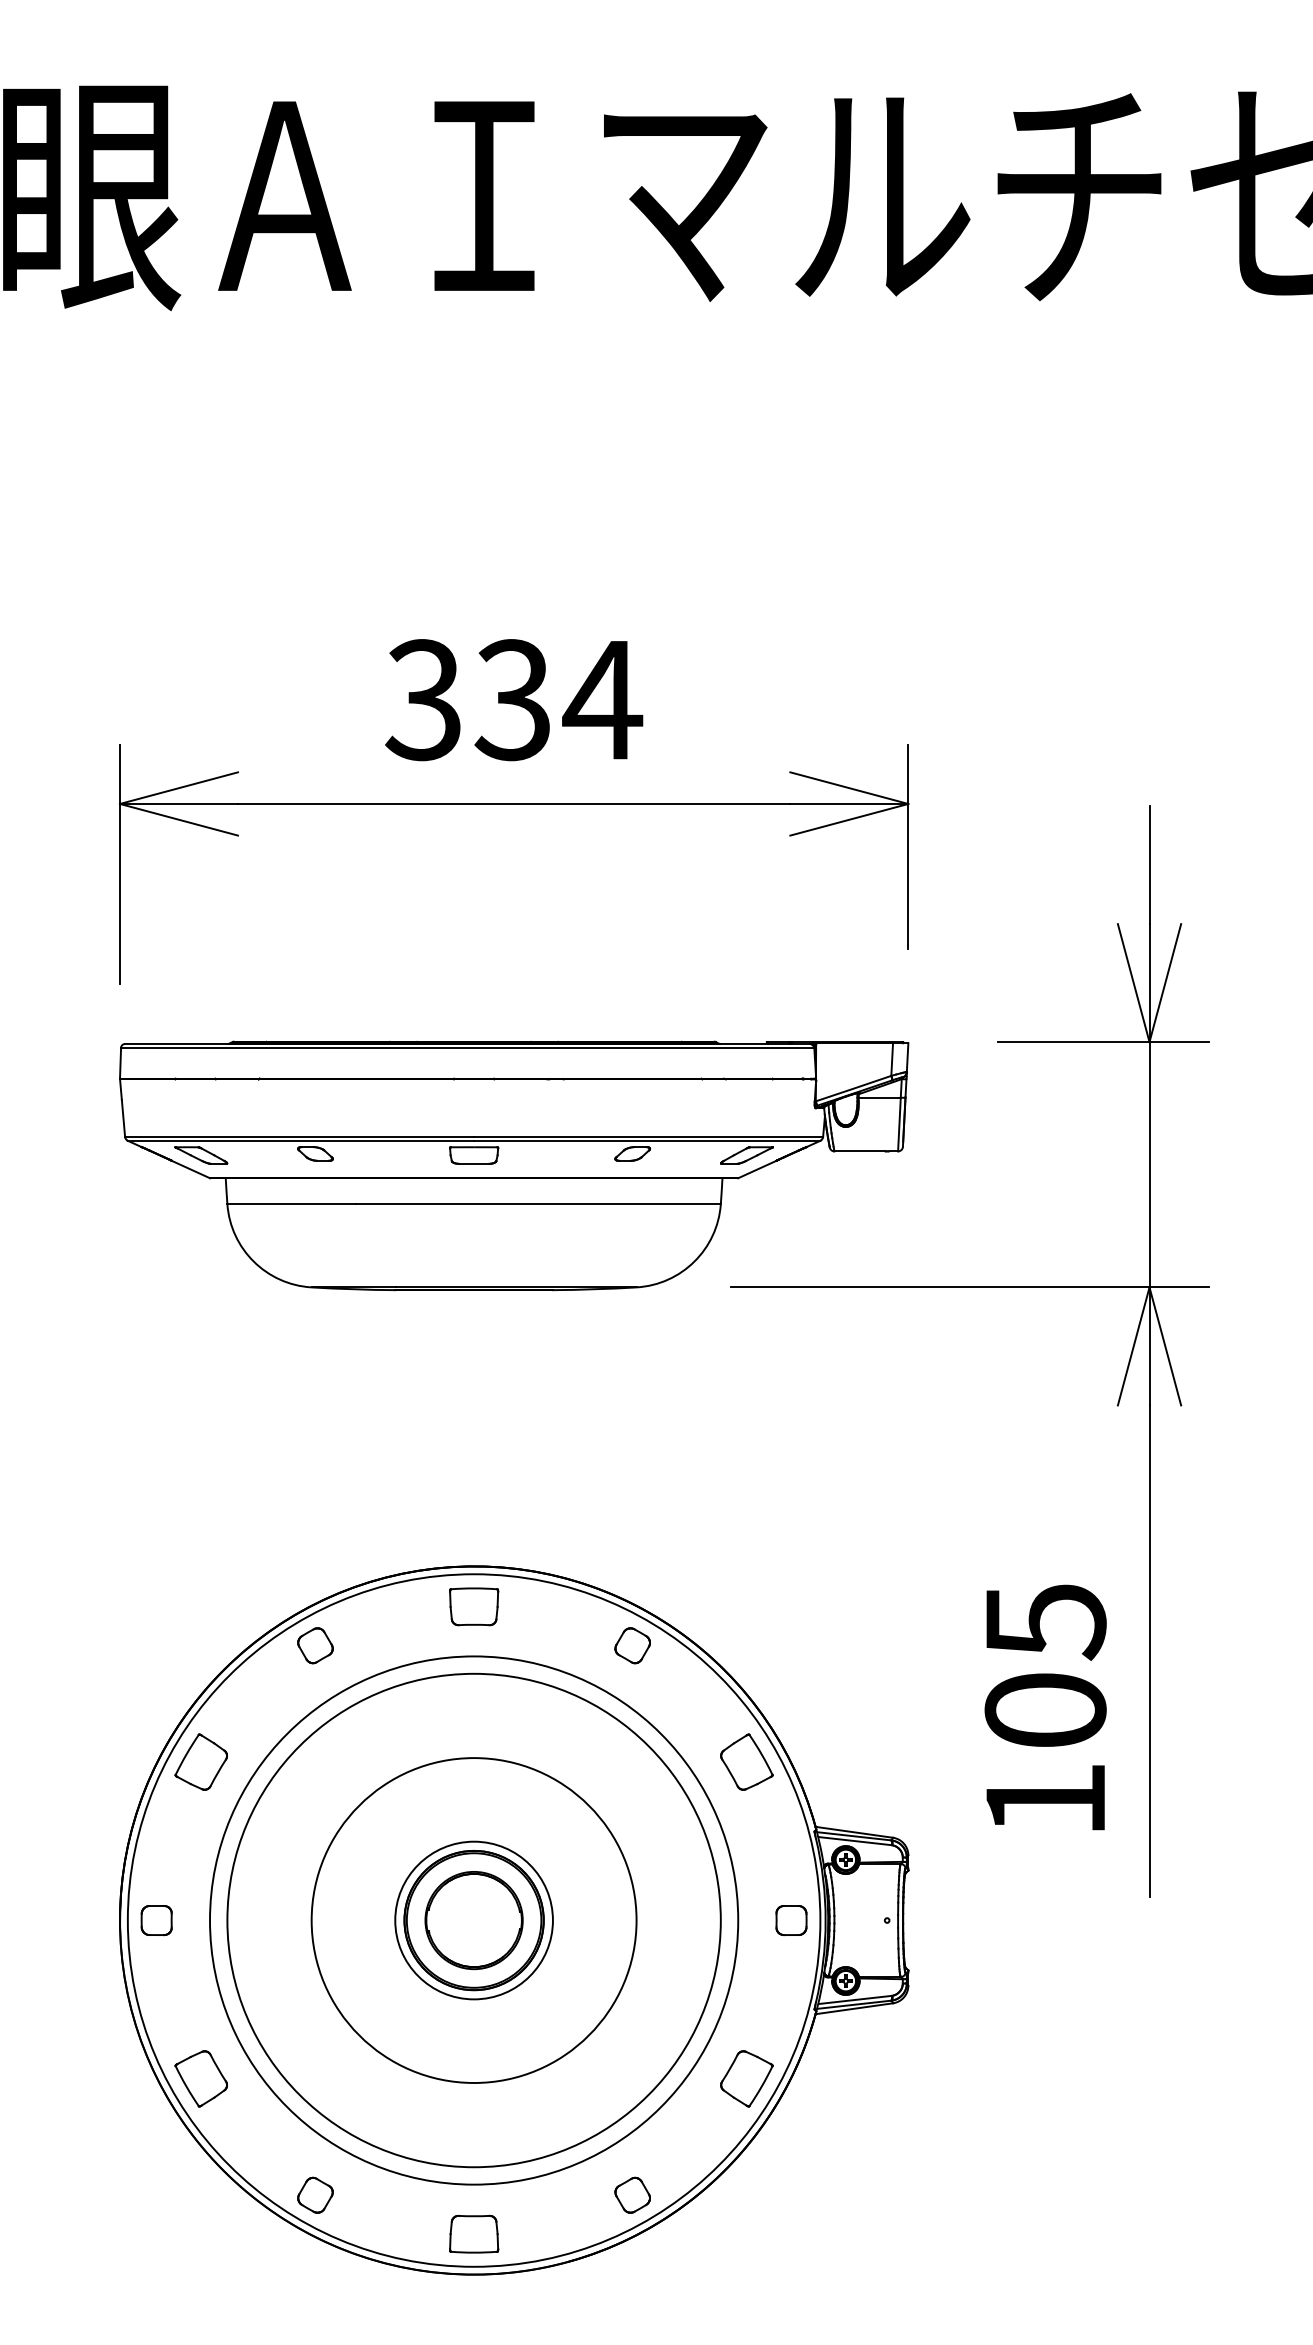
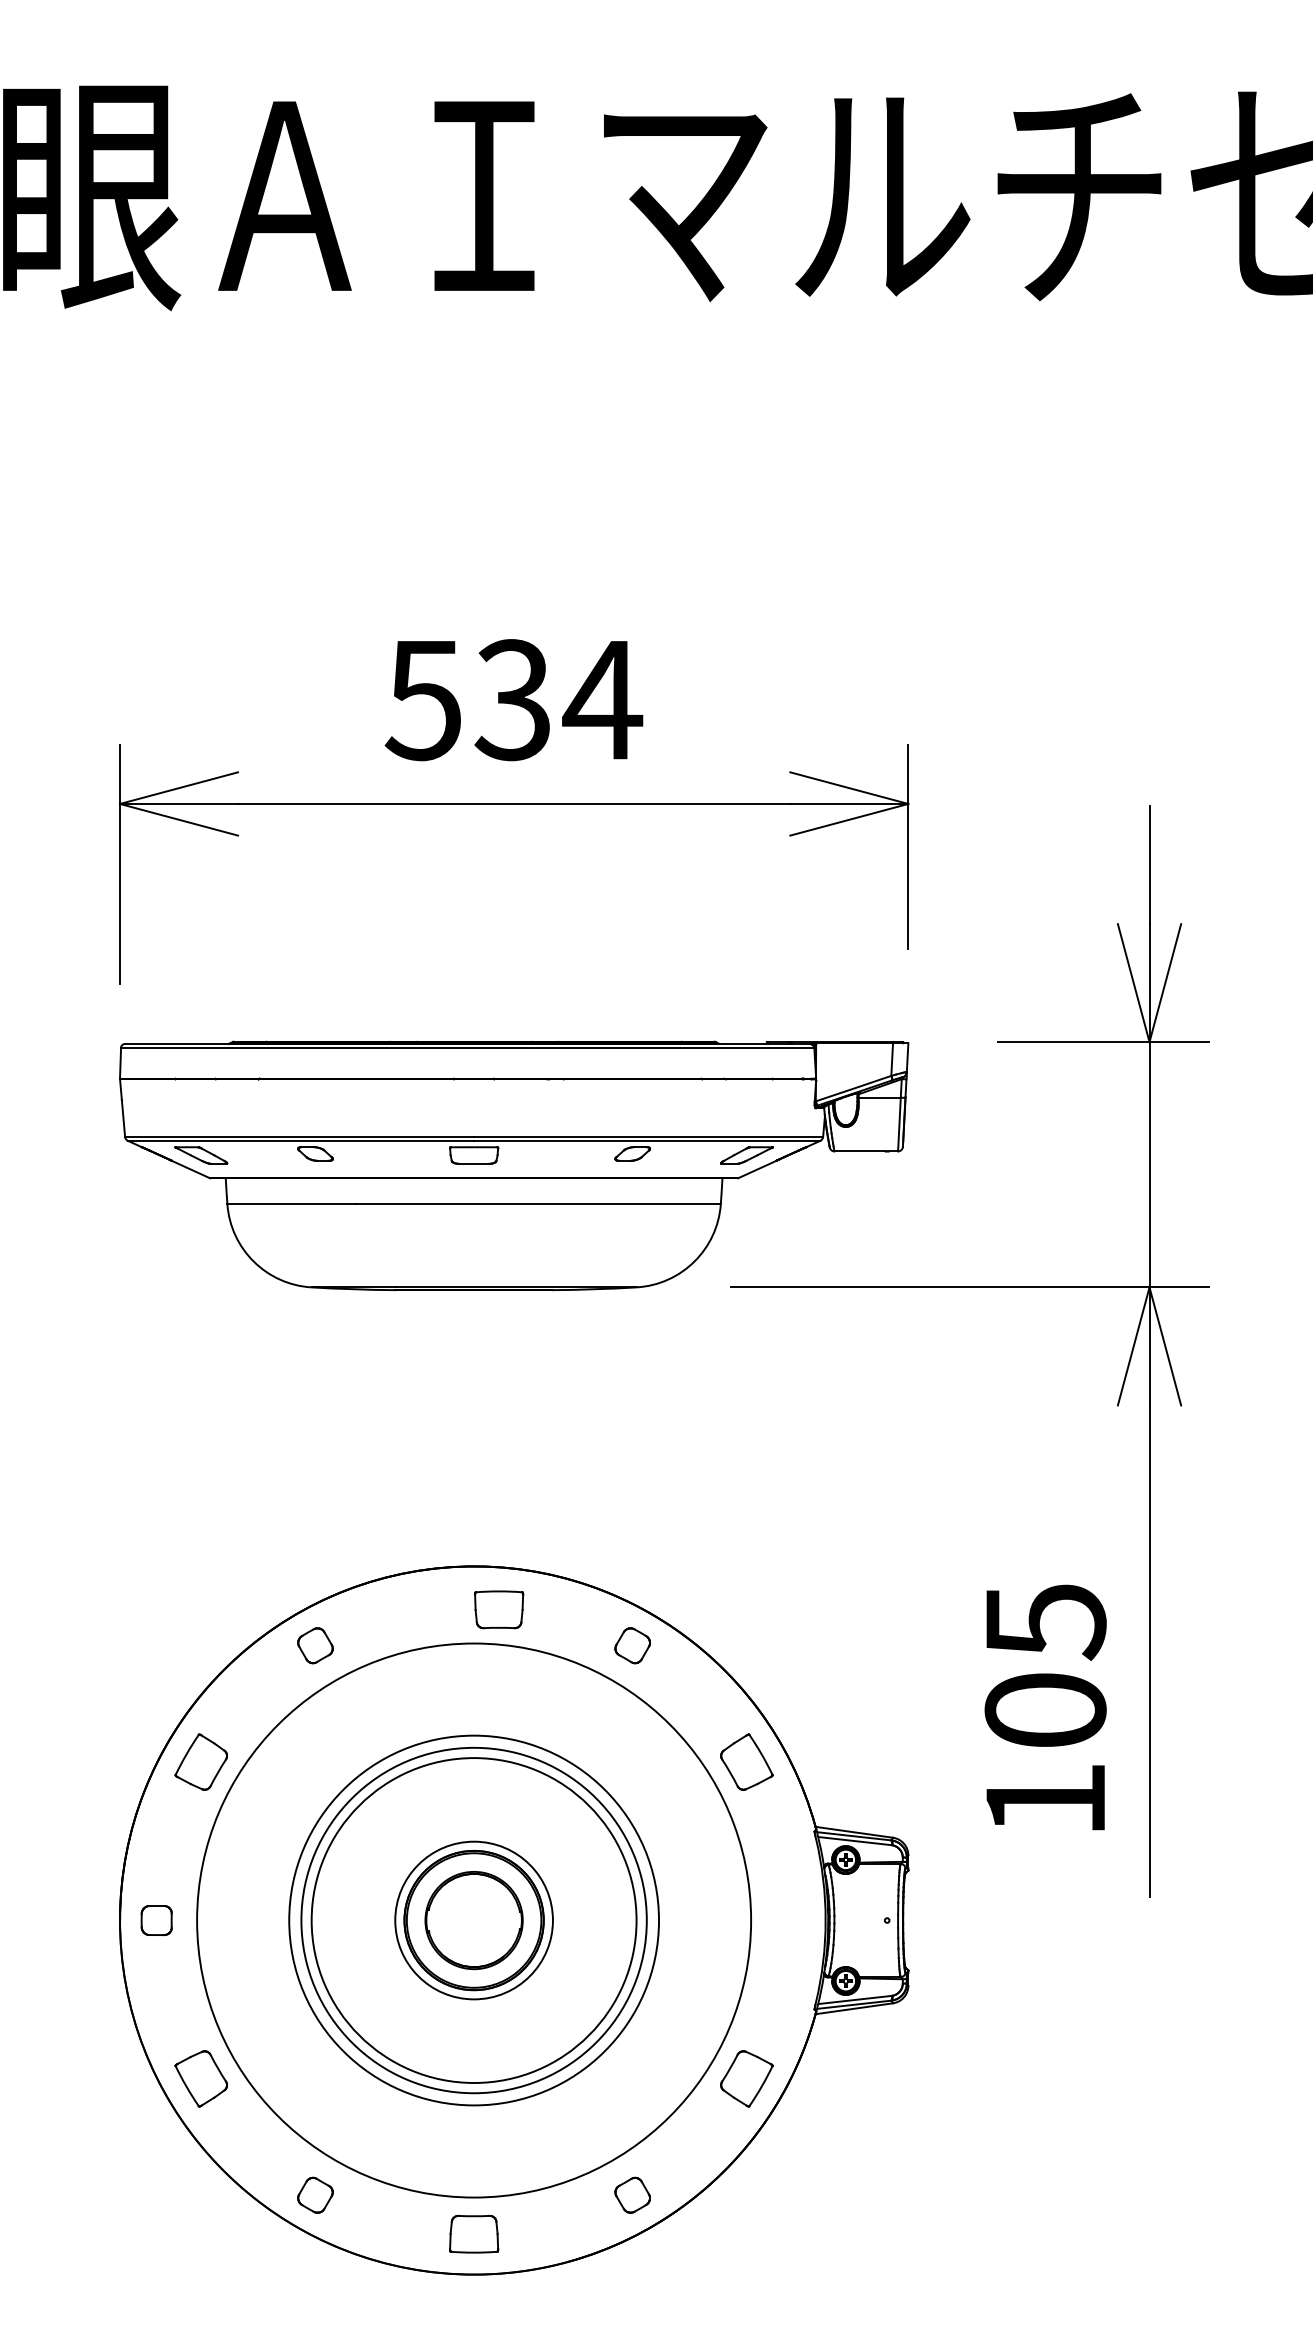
text at (422, 699): 334 -> 534
part at (474, 1606) position: (474, 1606) -> (499, 1609)
circle at (473, 1920) diameter: 493 px -> 345 px
circle at (473, 1920) diameter: 693 px -> 554 px
circle at (474, 1920) diameter: 528 px -> 370 px
part at (791, 1920): present -> none
